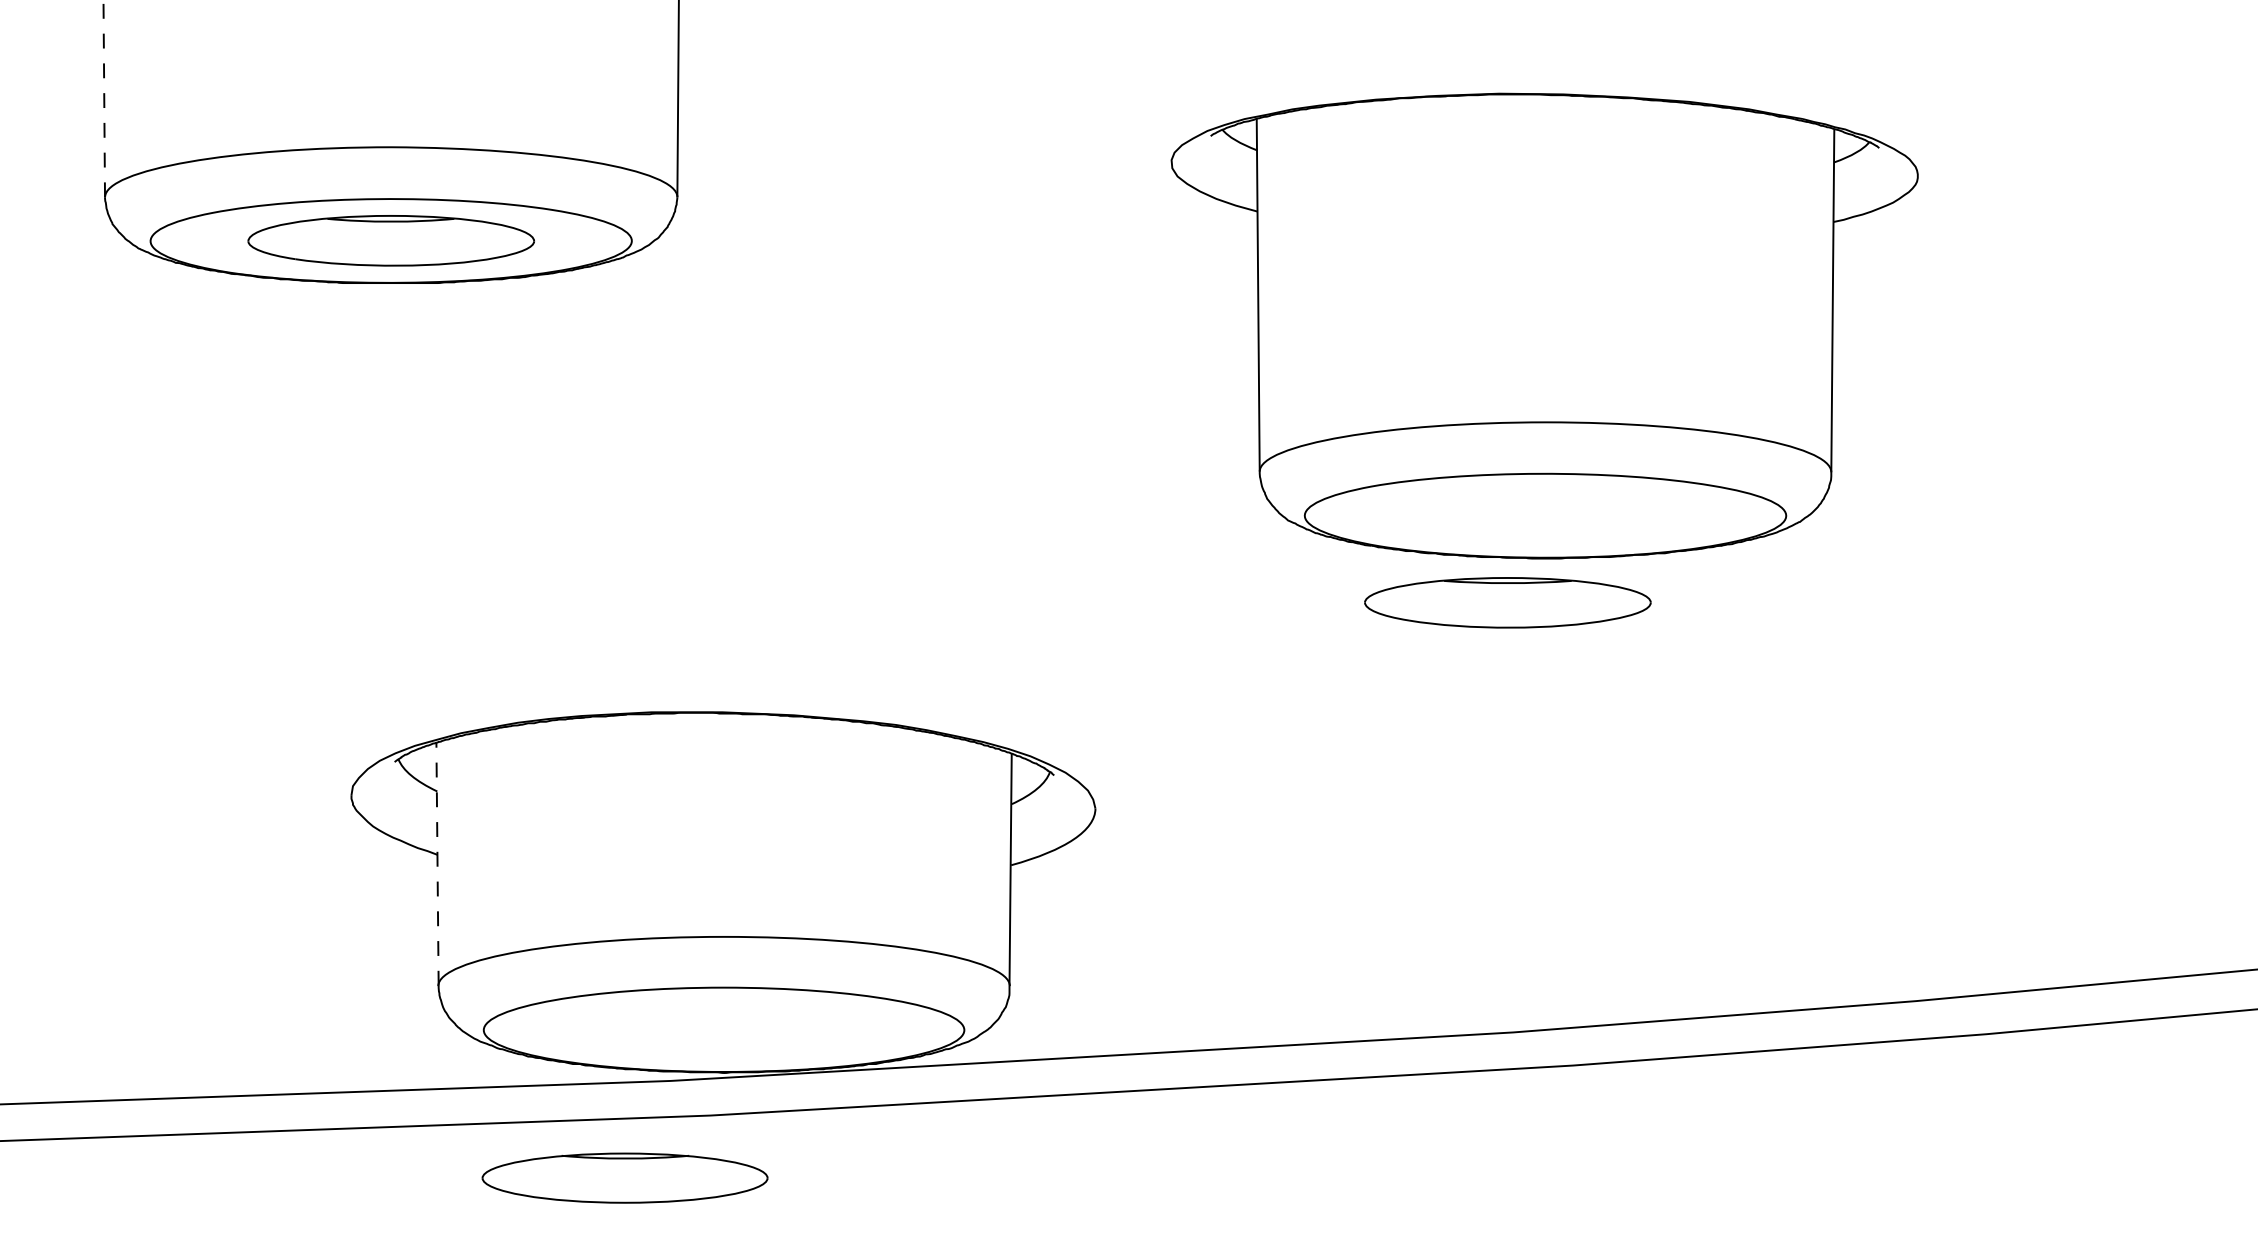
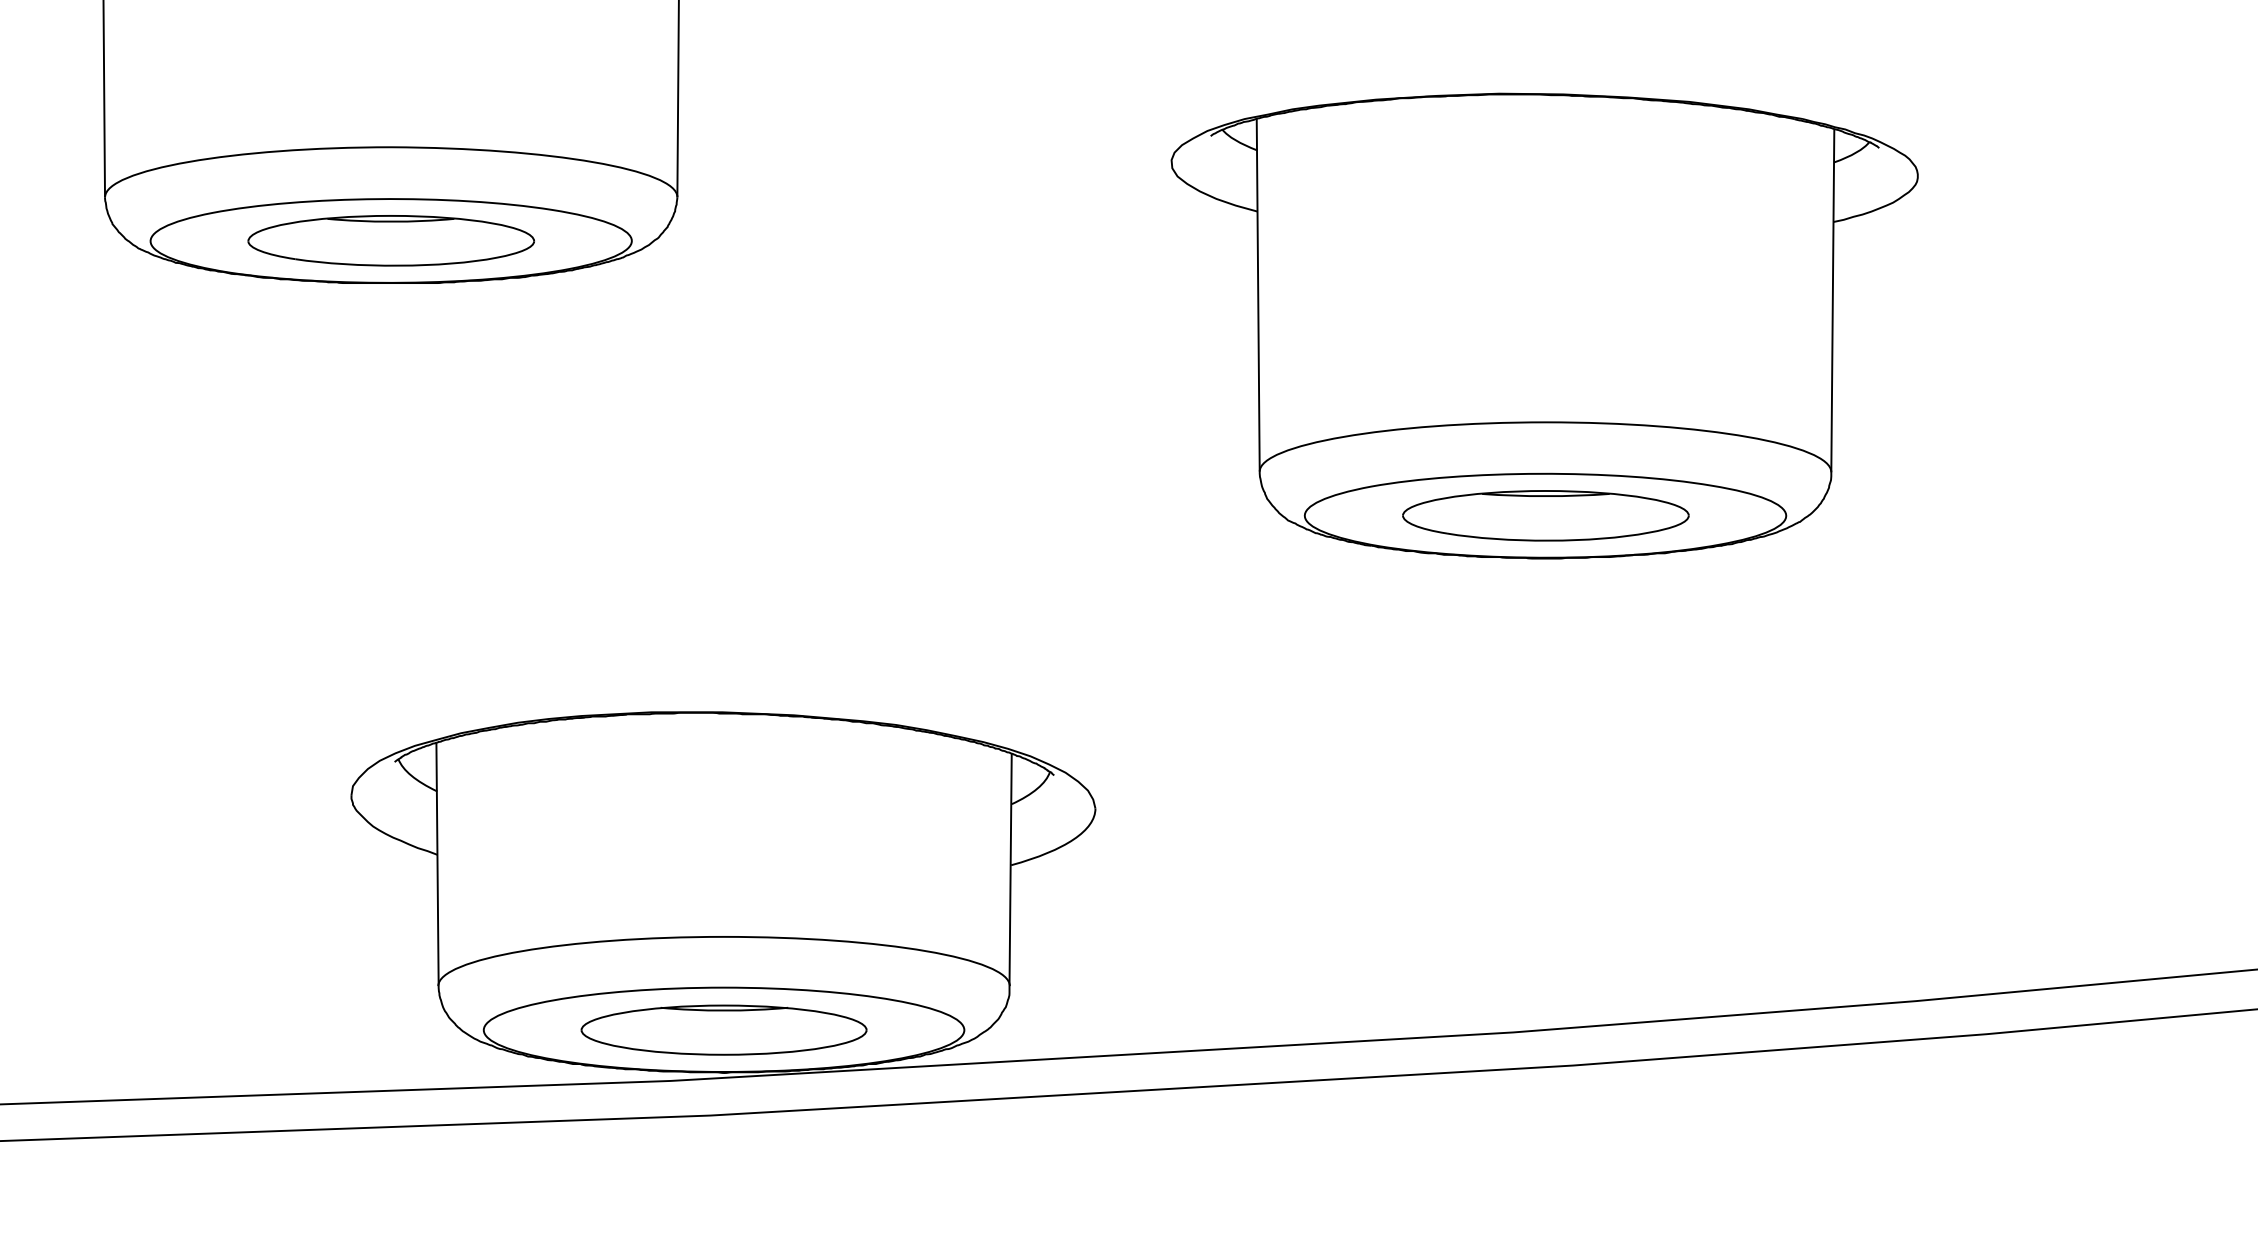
line at (104, 98): dashed -> solid
part at (1507, 602) position: (1507, 602) -> (1545, 515)
line at (437, 864): dashed -> solid
part at (624, 1177) position: (624, 1177) -> (723, 1029)
